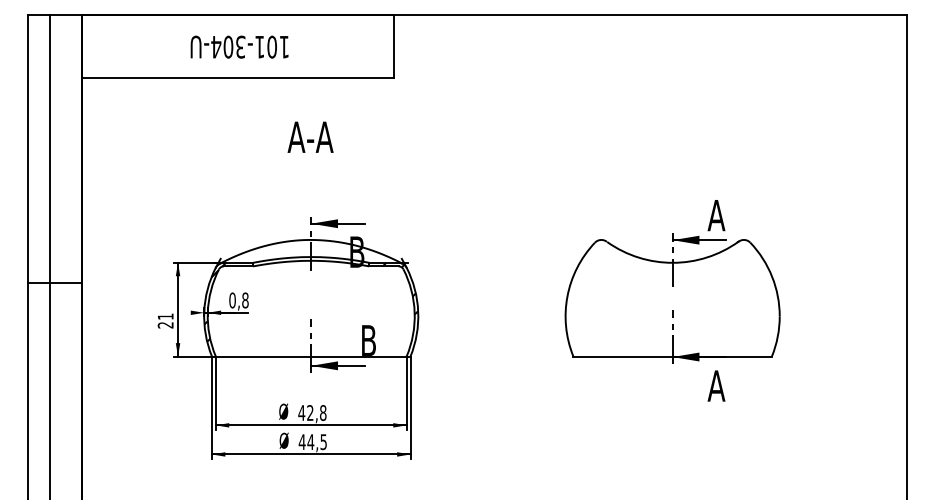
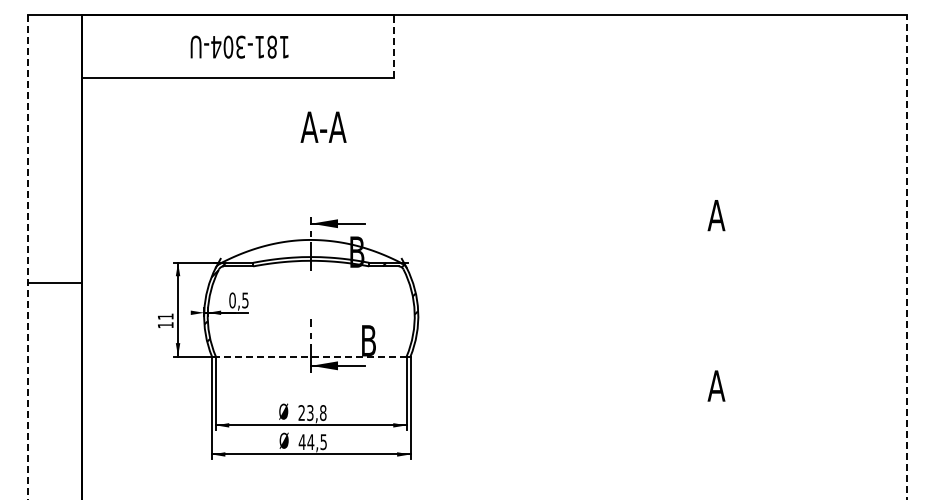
line at (393, 45): solid -> dashed
text at (271, 47): 101-304-U -> 181-304-U
text at (310, 136) position: (310, 136) -> (323, 126)
line at (50, 255): present -> none
line at (28, 257): solid -> dashed
line at (906, 257): solid -> dashed
part at (672, 298): present -> none
text at (245, 300): 0,8 -> 0,5
text at (165, 325): 21 -> 11
line at (310, 356): solid -> dashed
text at (305, 413): 42,8 -> 23,8
